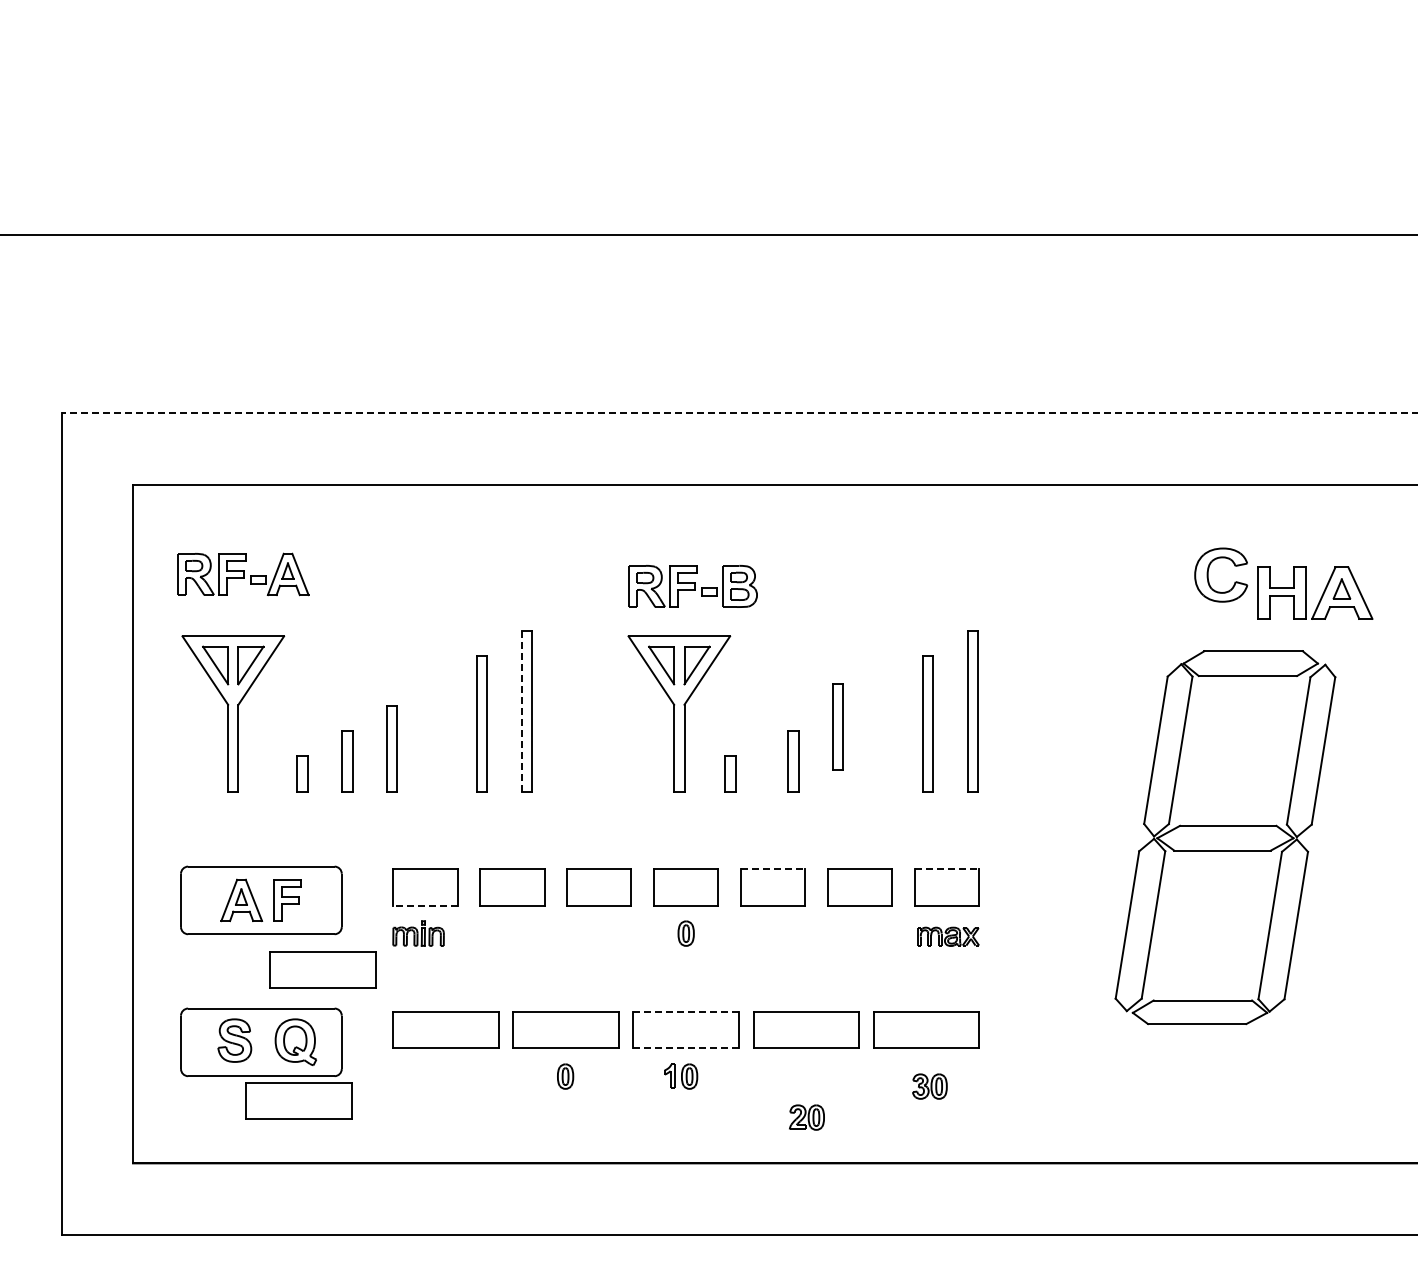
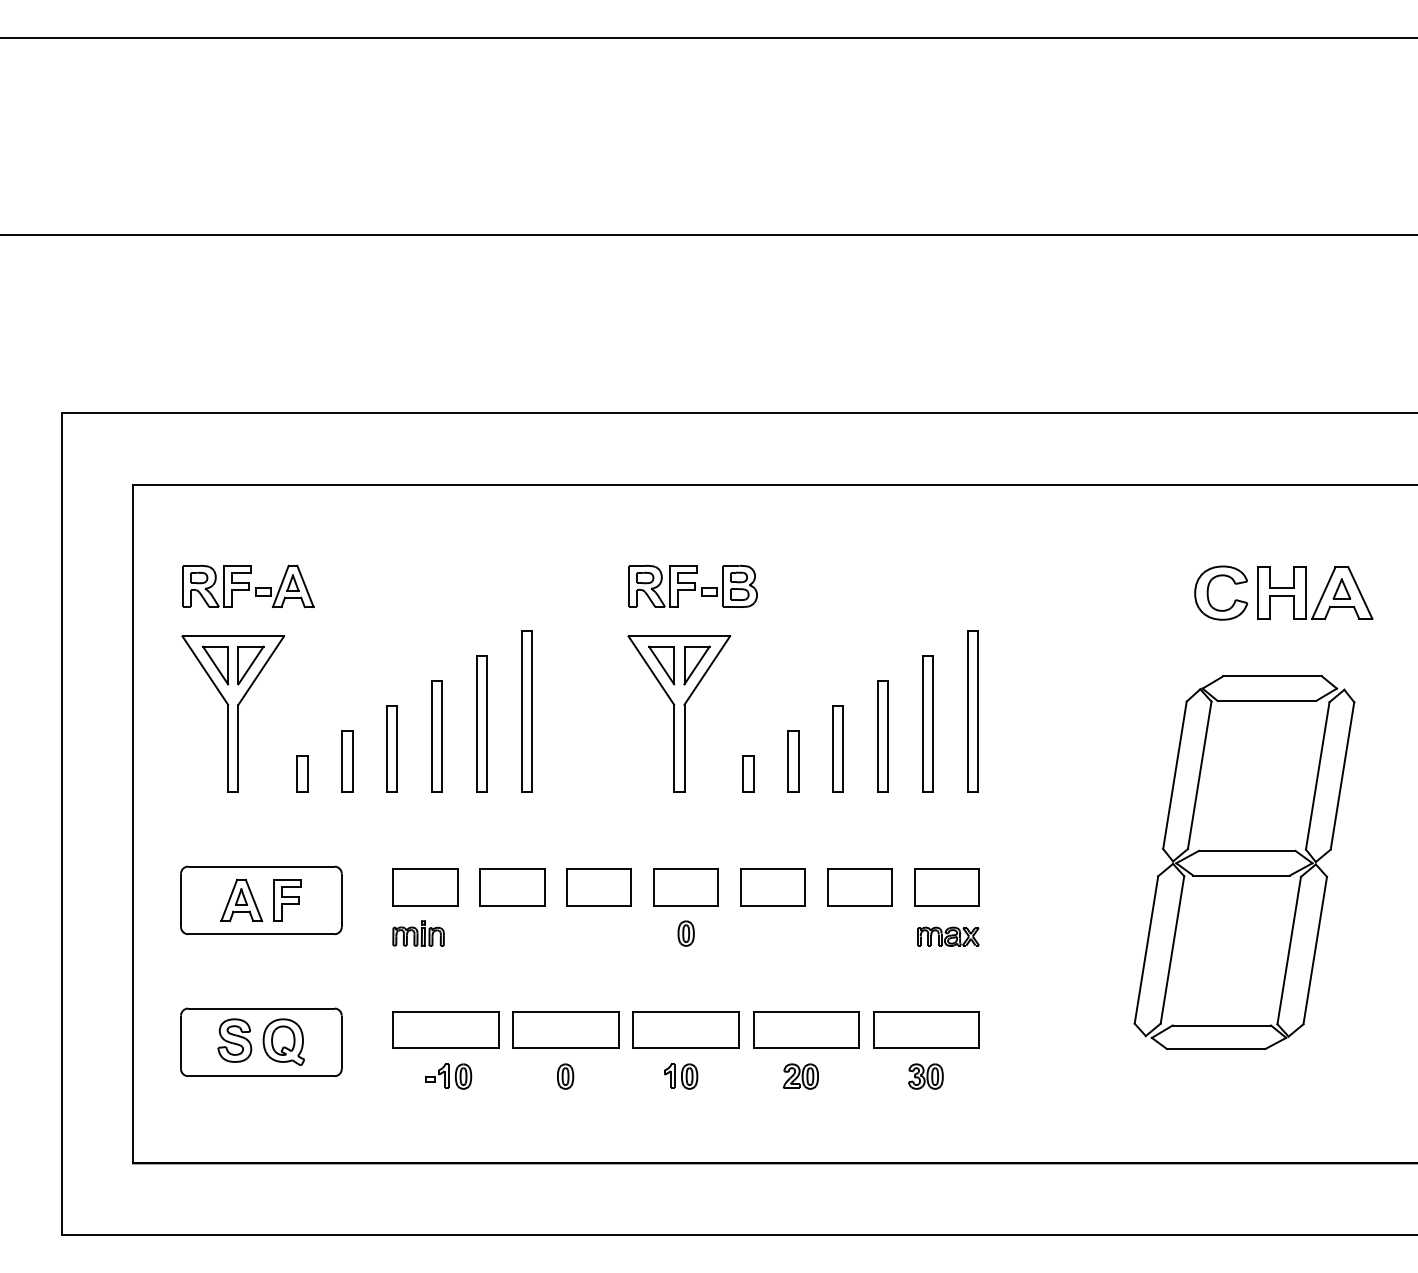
line at (708, 38): none -> present
line at (739, 413): dashed -> solid
part at (243, 574) position: (243, 574) -> (248, 586)
part at (1208, 574) position: (1208, 574) -> (1208, 592)
line at (521, 710): dashed -> solid
part at (837, 726) position: (837, 726) -> (837, 748)
part at (436, 736): none -> present
part at (882, 736): none -> present
part at (730, 773) position: (730, 773) -> (748, 773)
part at (1225, 837) position: (1225, 837) -> (1244, 862)
line at (773, 868): dashed -> solid
line at (947, 868): dashed -> solid
line at (424, 905): dashed -> solid
part at (322, 969): present -> none
line at (686, 1011): dashed -> solid
part at (295, 1041) position: (295, 1041) -> (283, 1041)
line at (686, 1048): dashed -> solid
part at (448, 1076): none -> present
part at (929, 1086) position: (929, 1086) -> (925, 1076)
part at (298, 1100): present -> none
part at (806, 1117) position: (806, 1117) -> (800, 1076)
